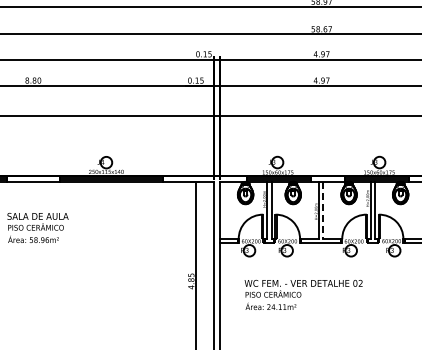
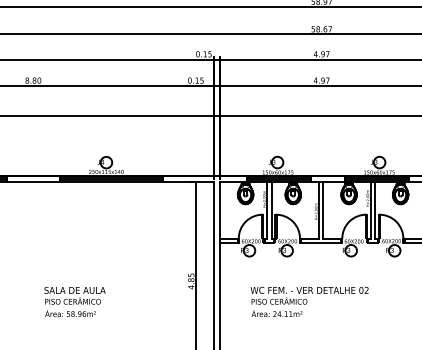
line at (323, 210): dashed -> solid
text at (37, 227) position: (37, 227) -> (74, 301)
text at (303, 294) position: (303, 294) -> (309, 301)
